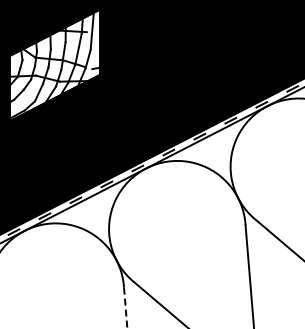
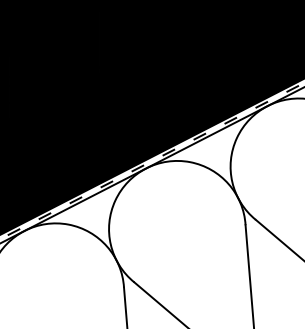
fill at (54, 65): none -> present
line at (125, 308): dashed -> solid
